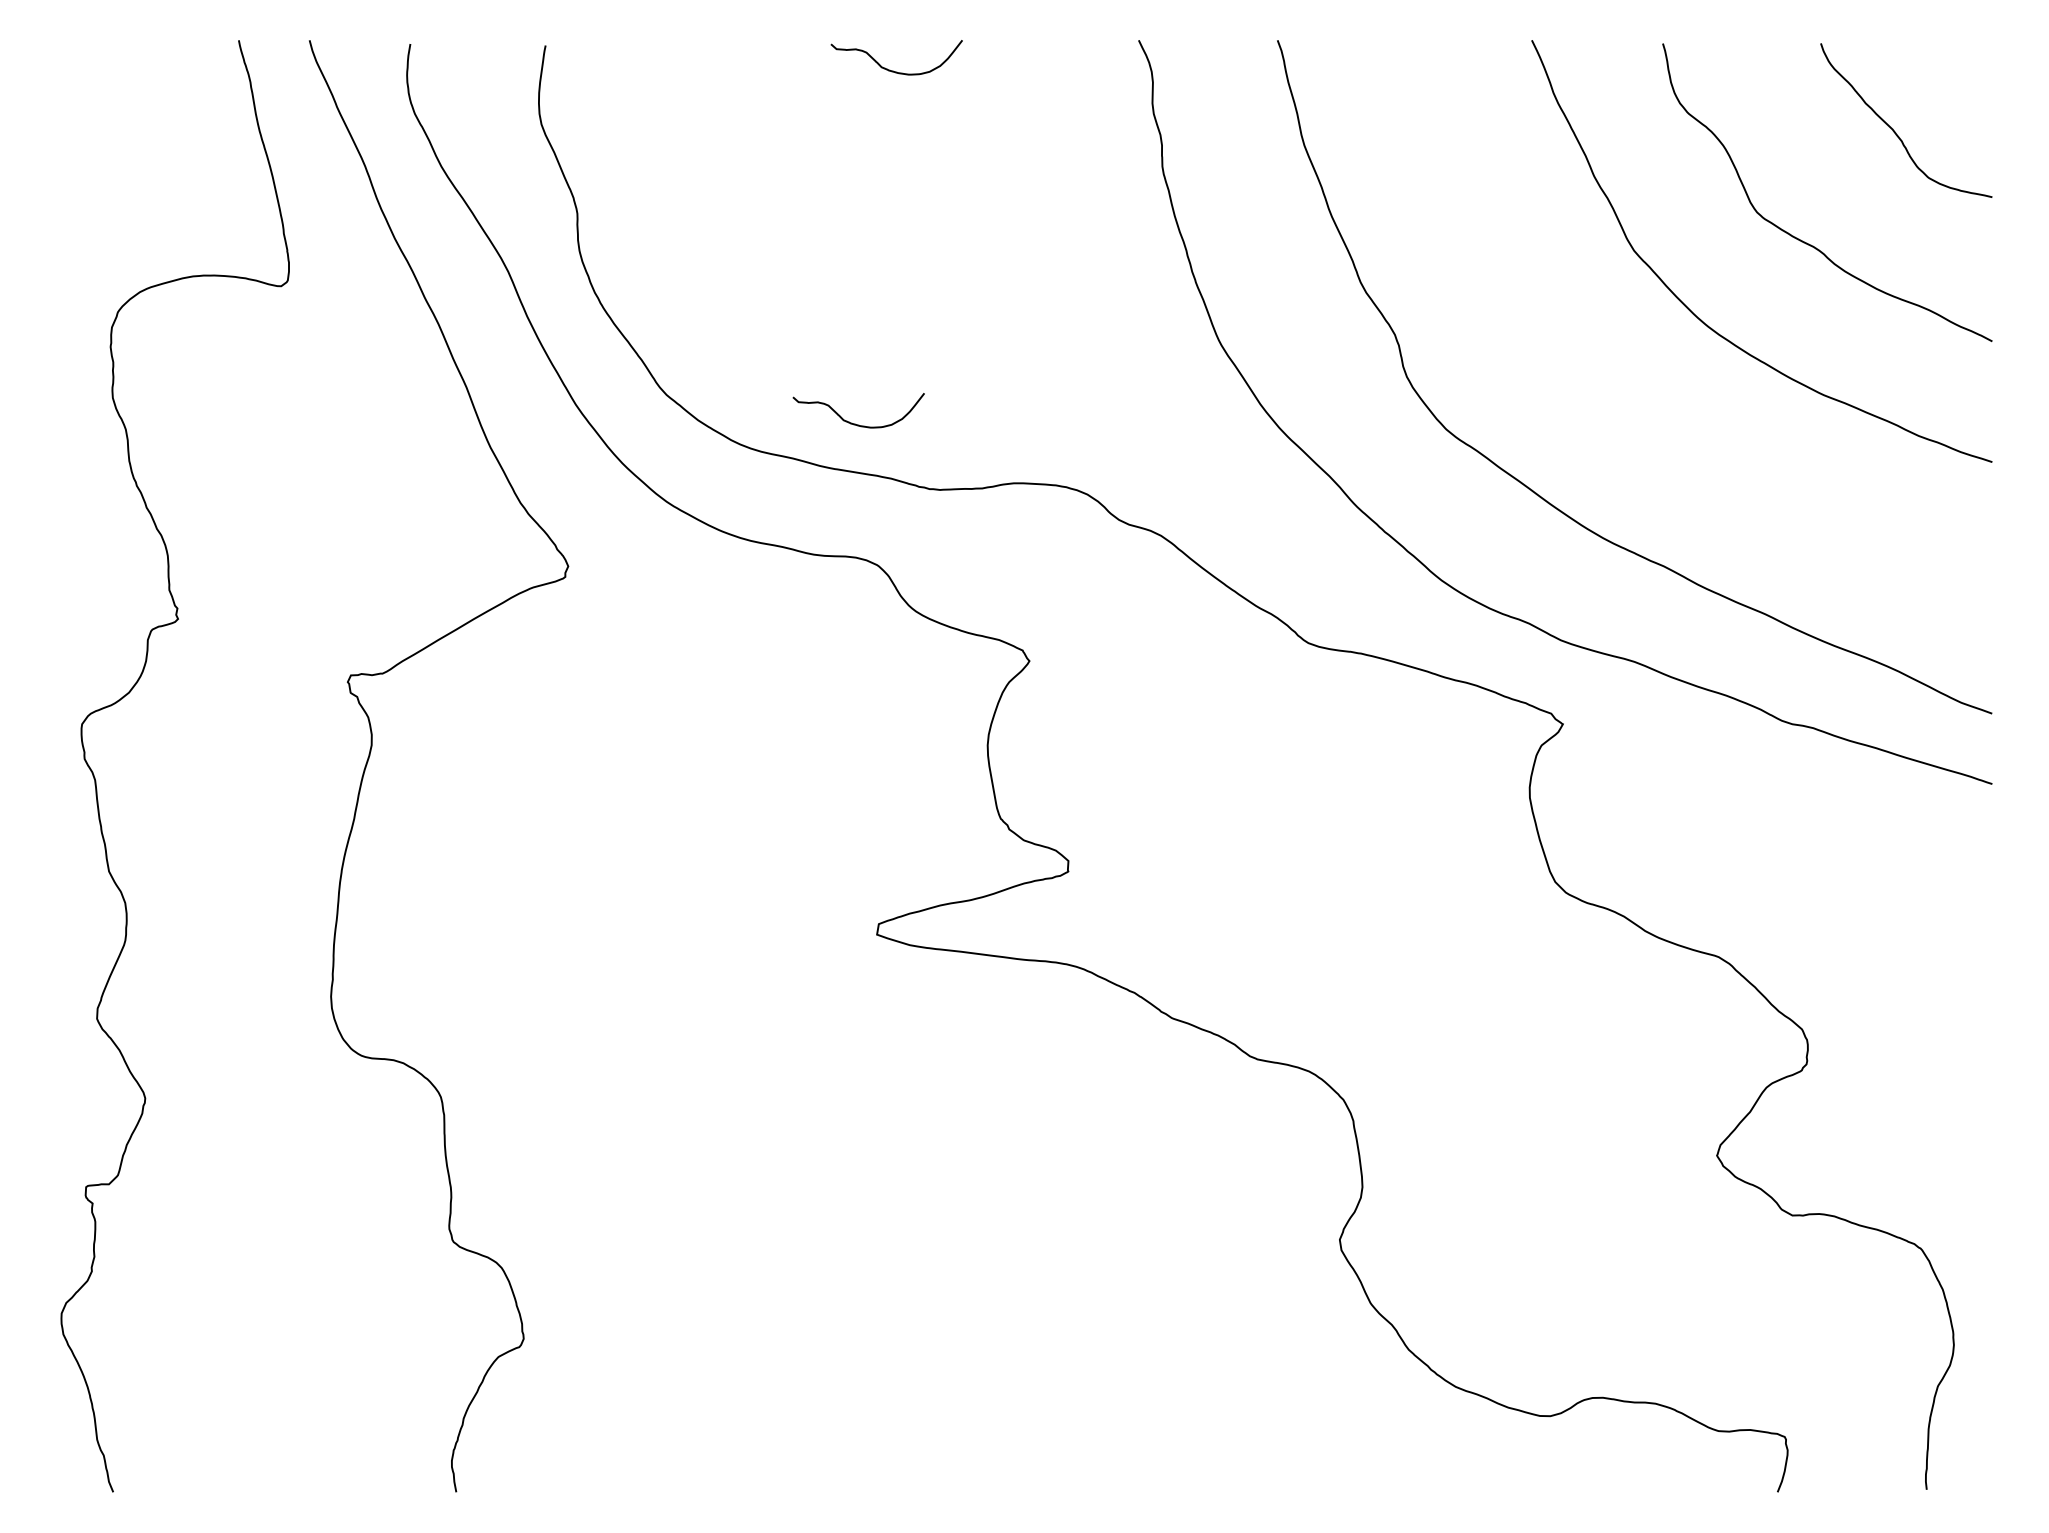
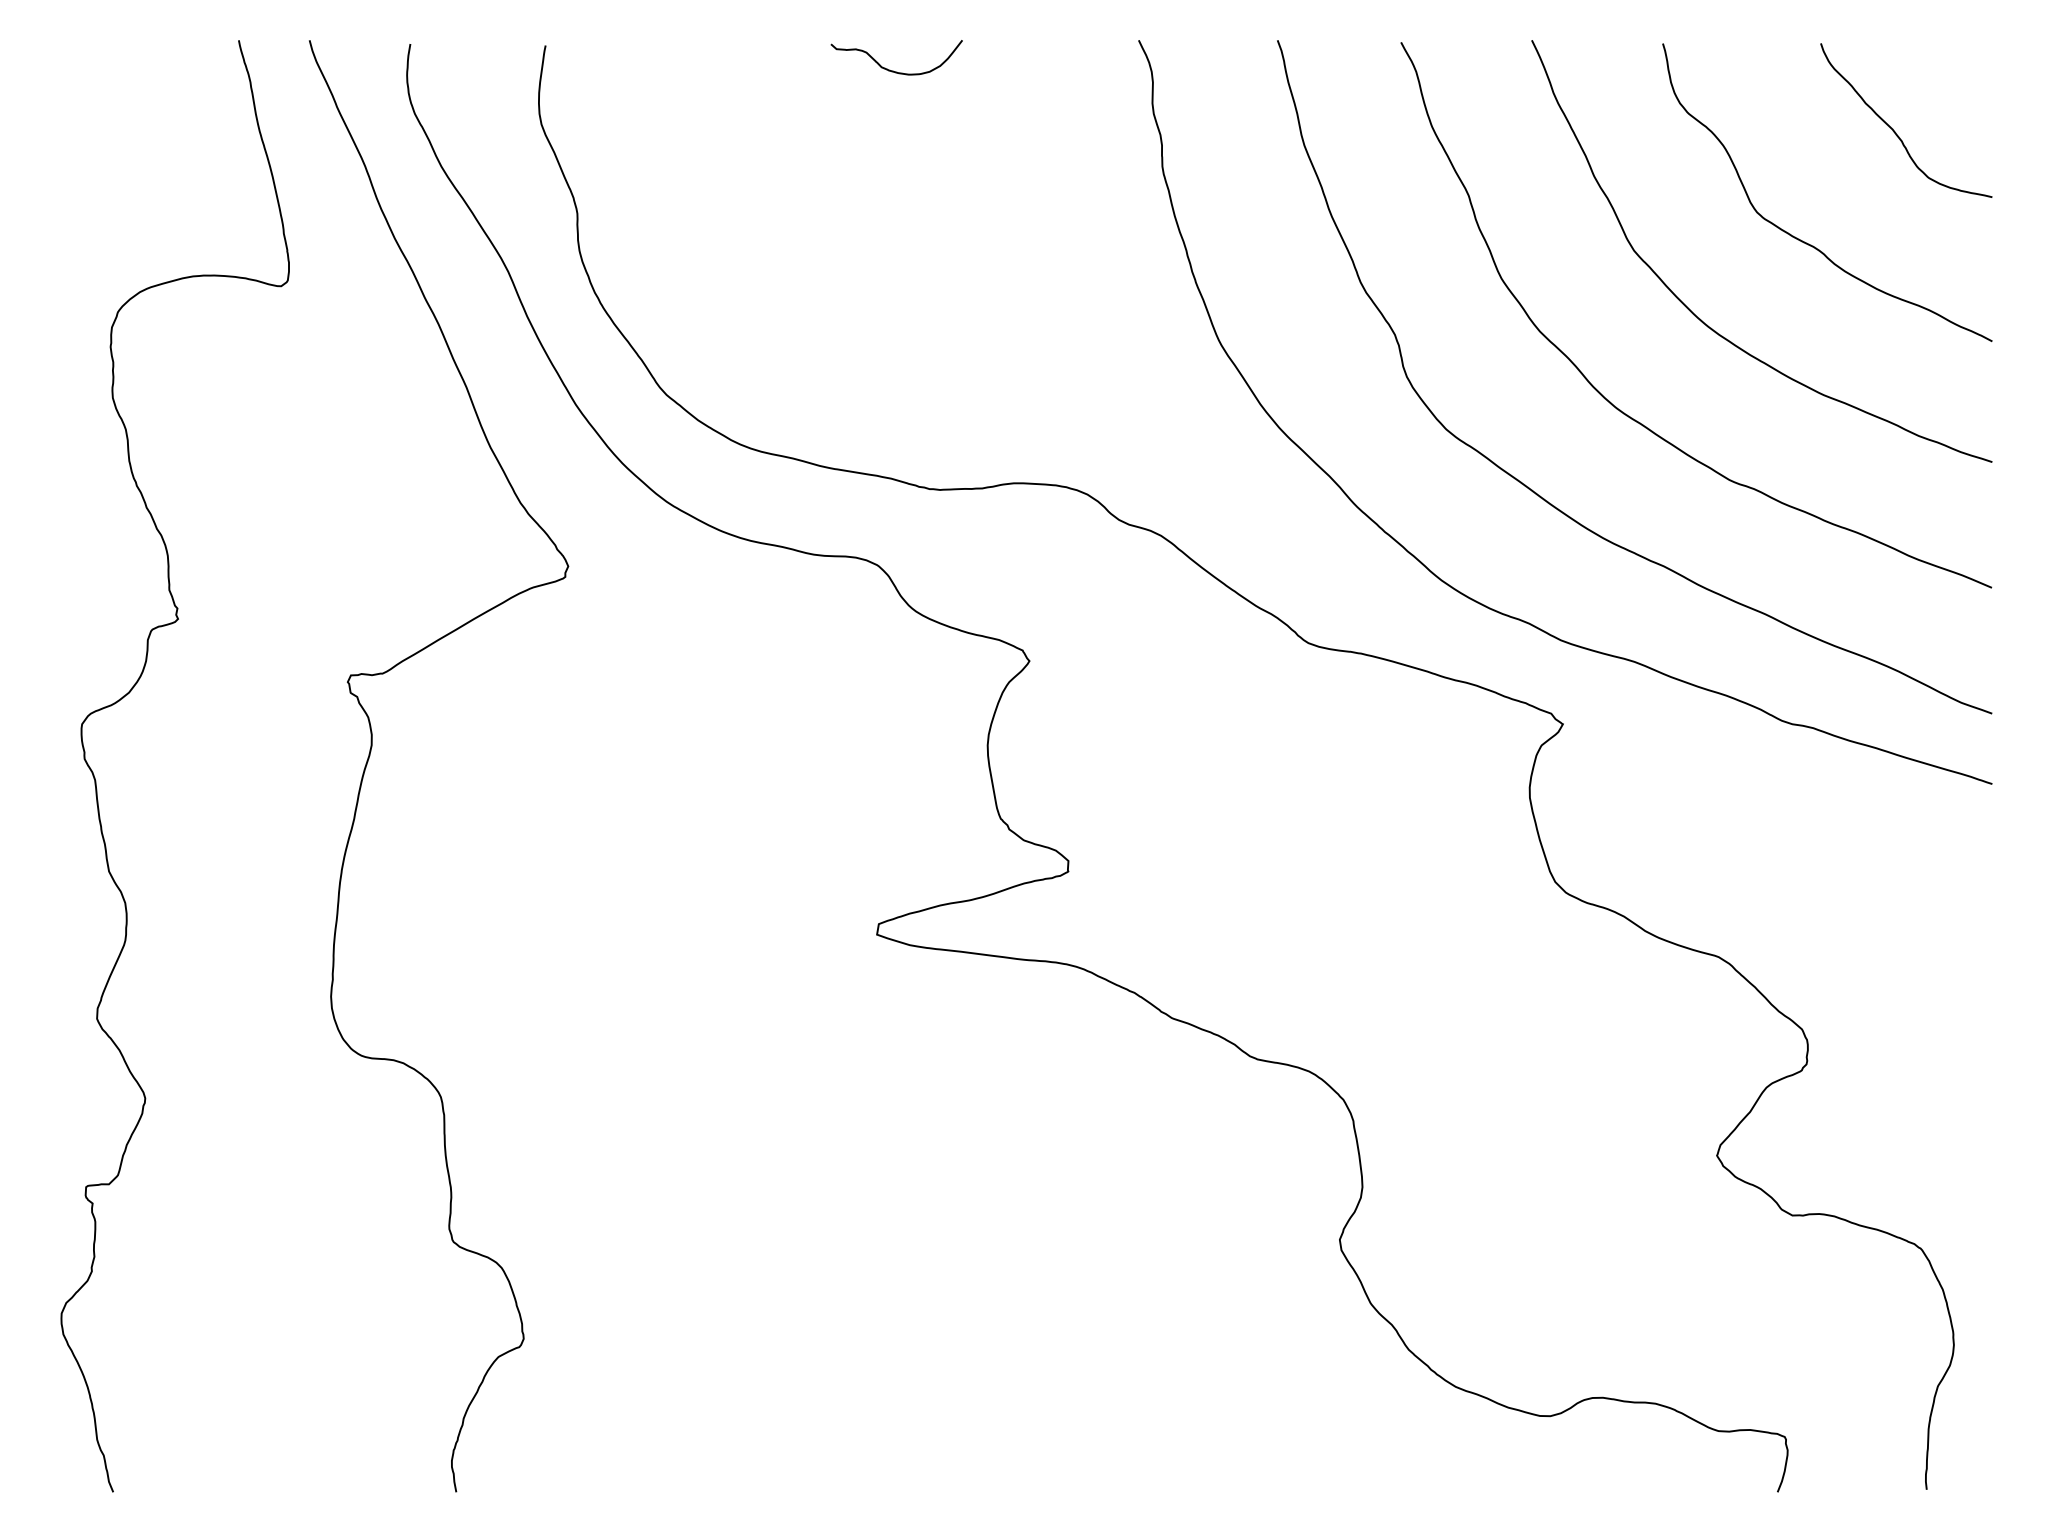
curve at (1632, 417): none -> present
curve at (855, 423): present -> none
